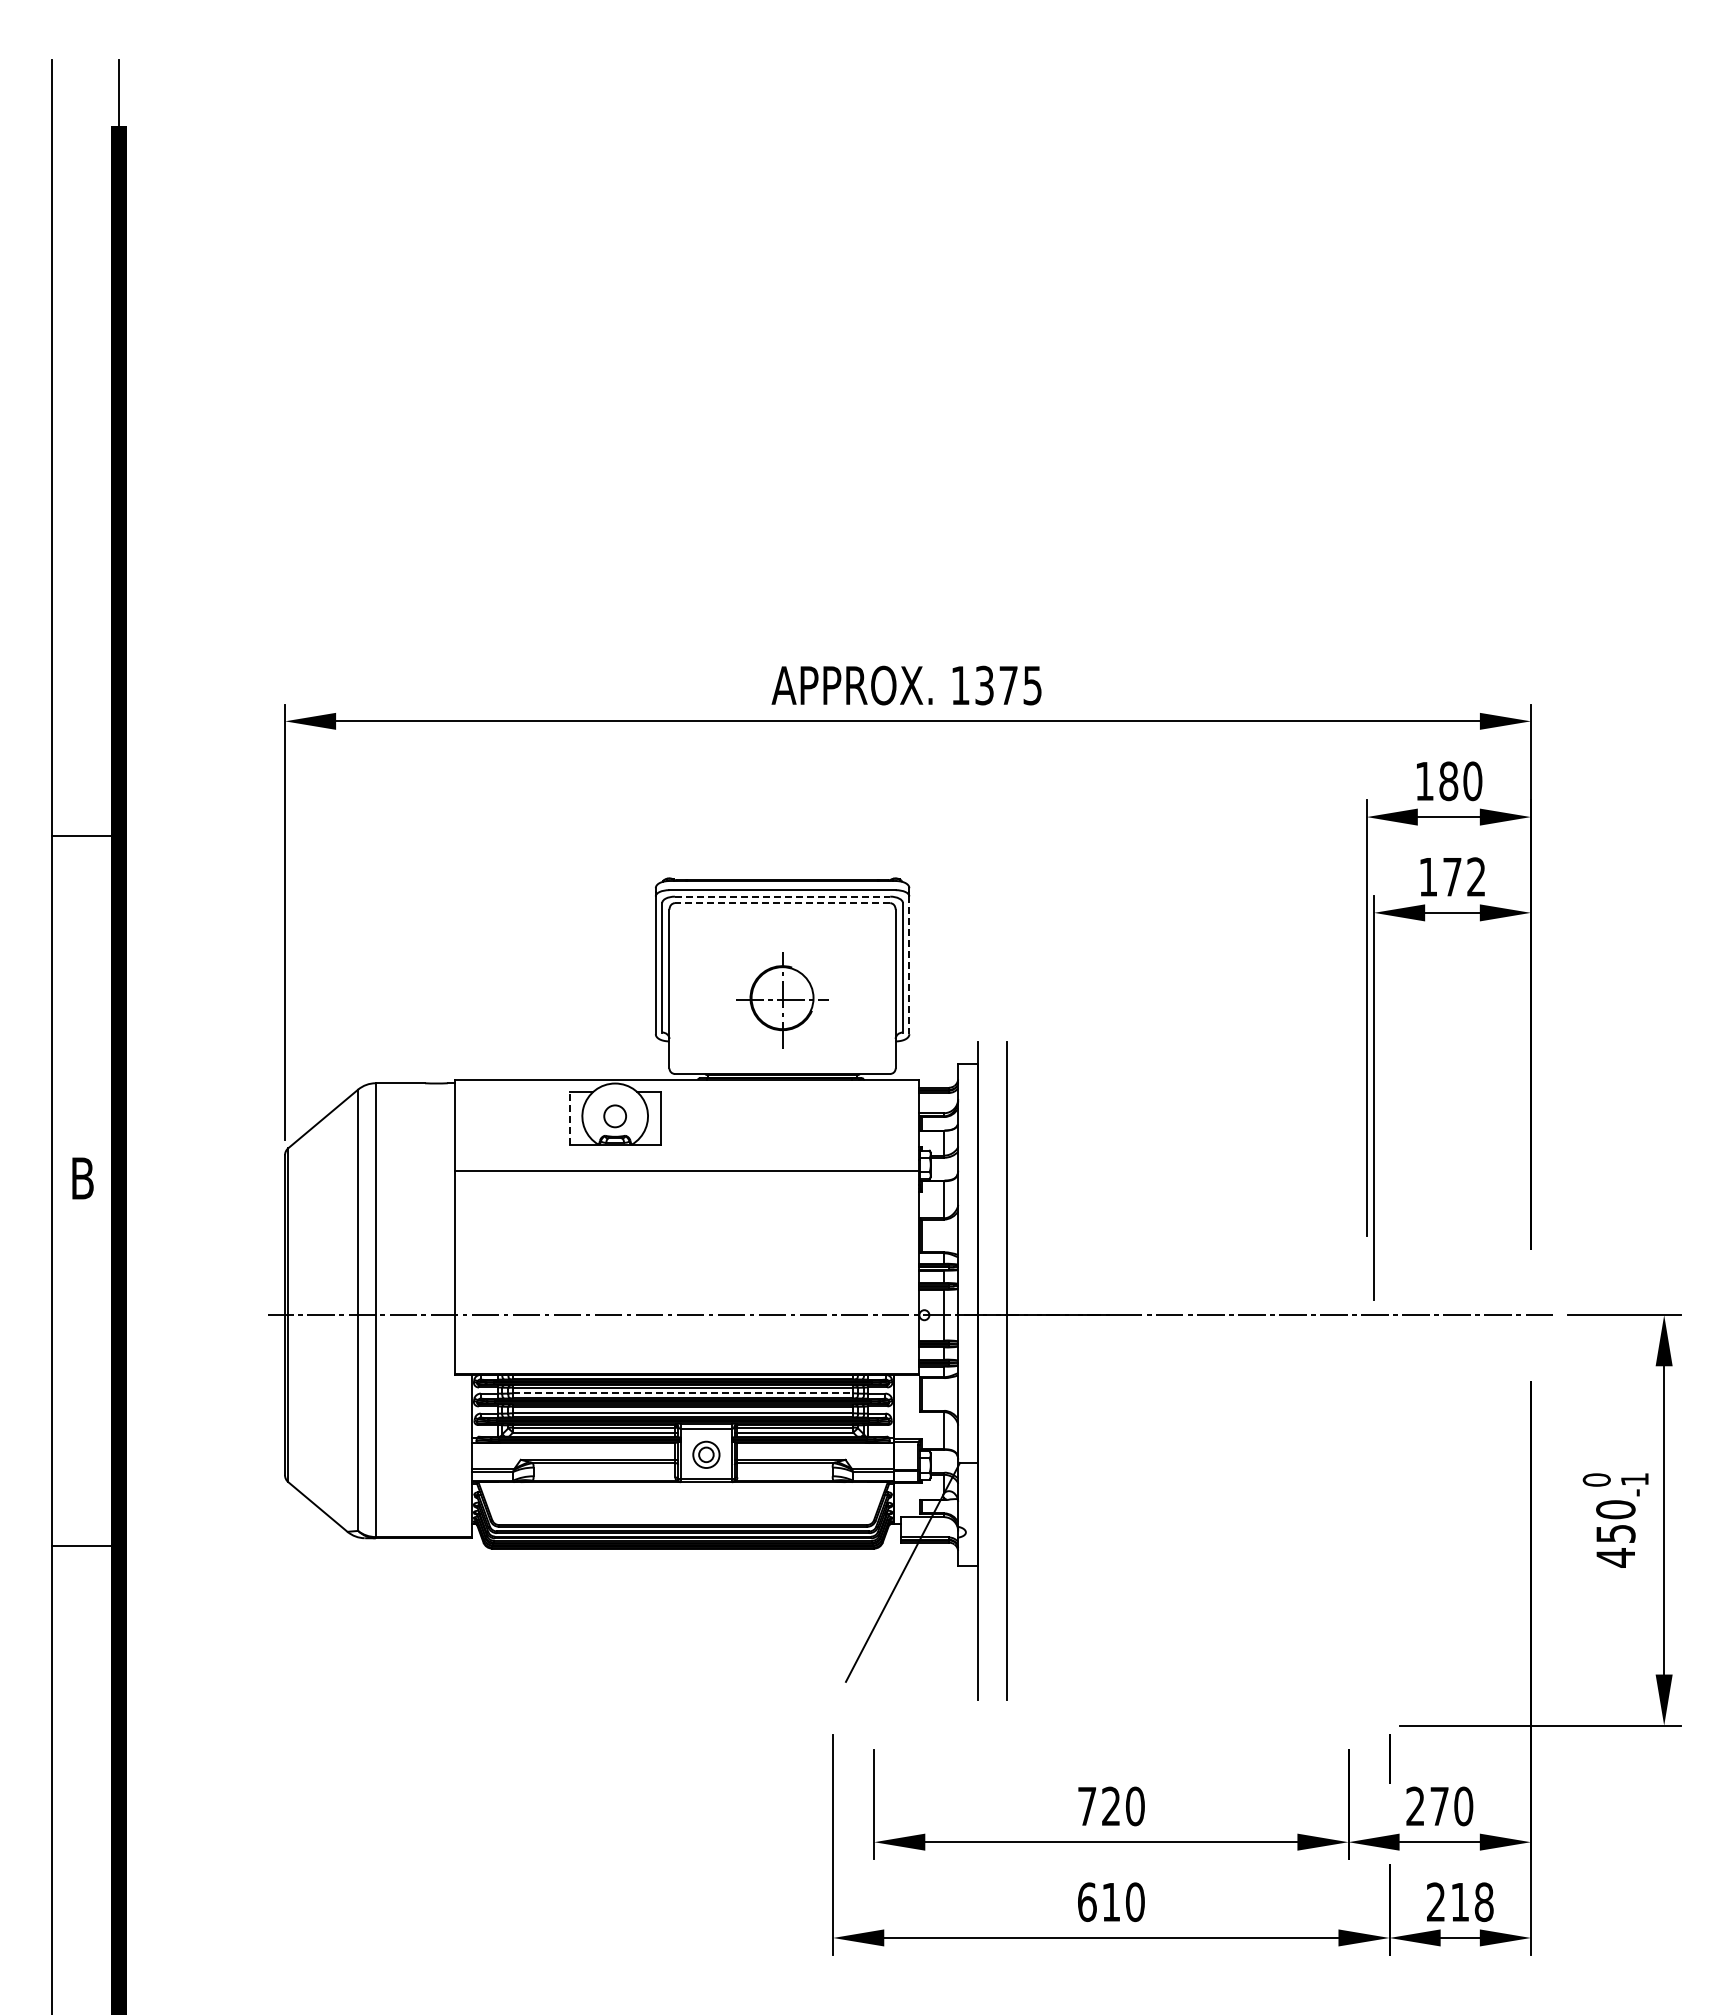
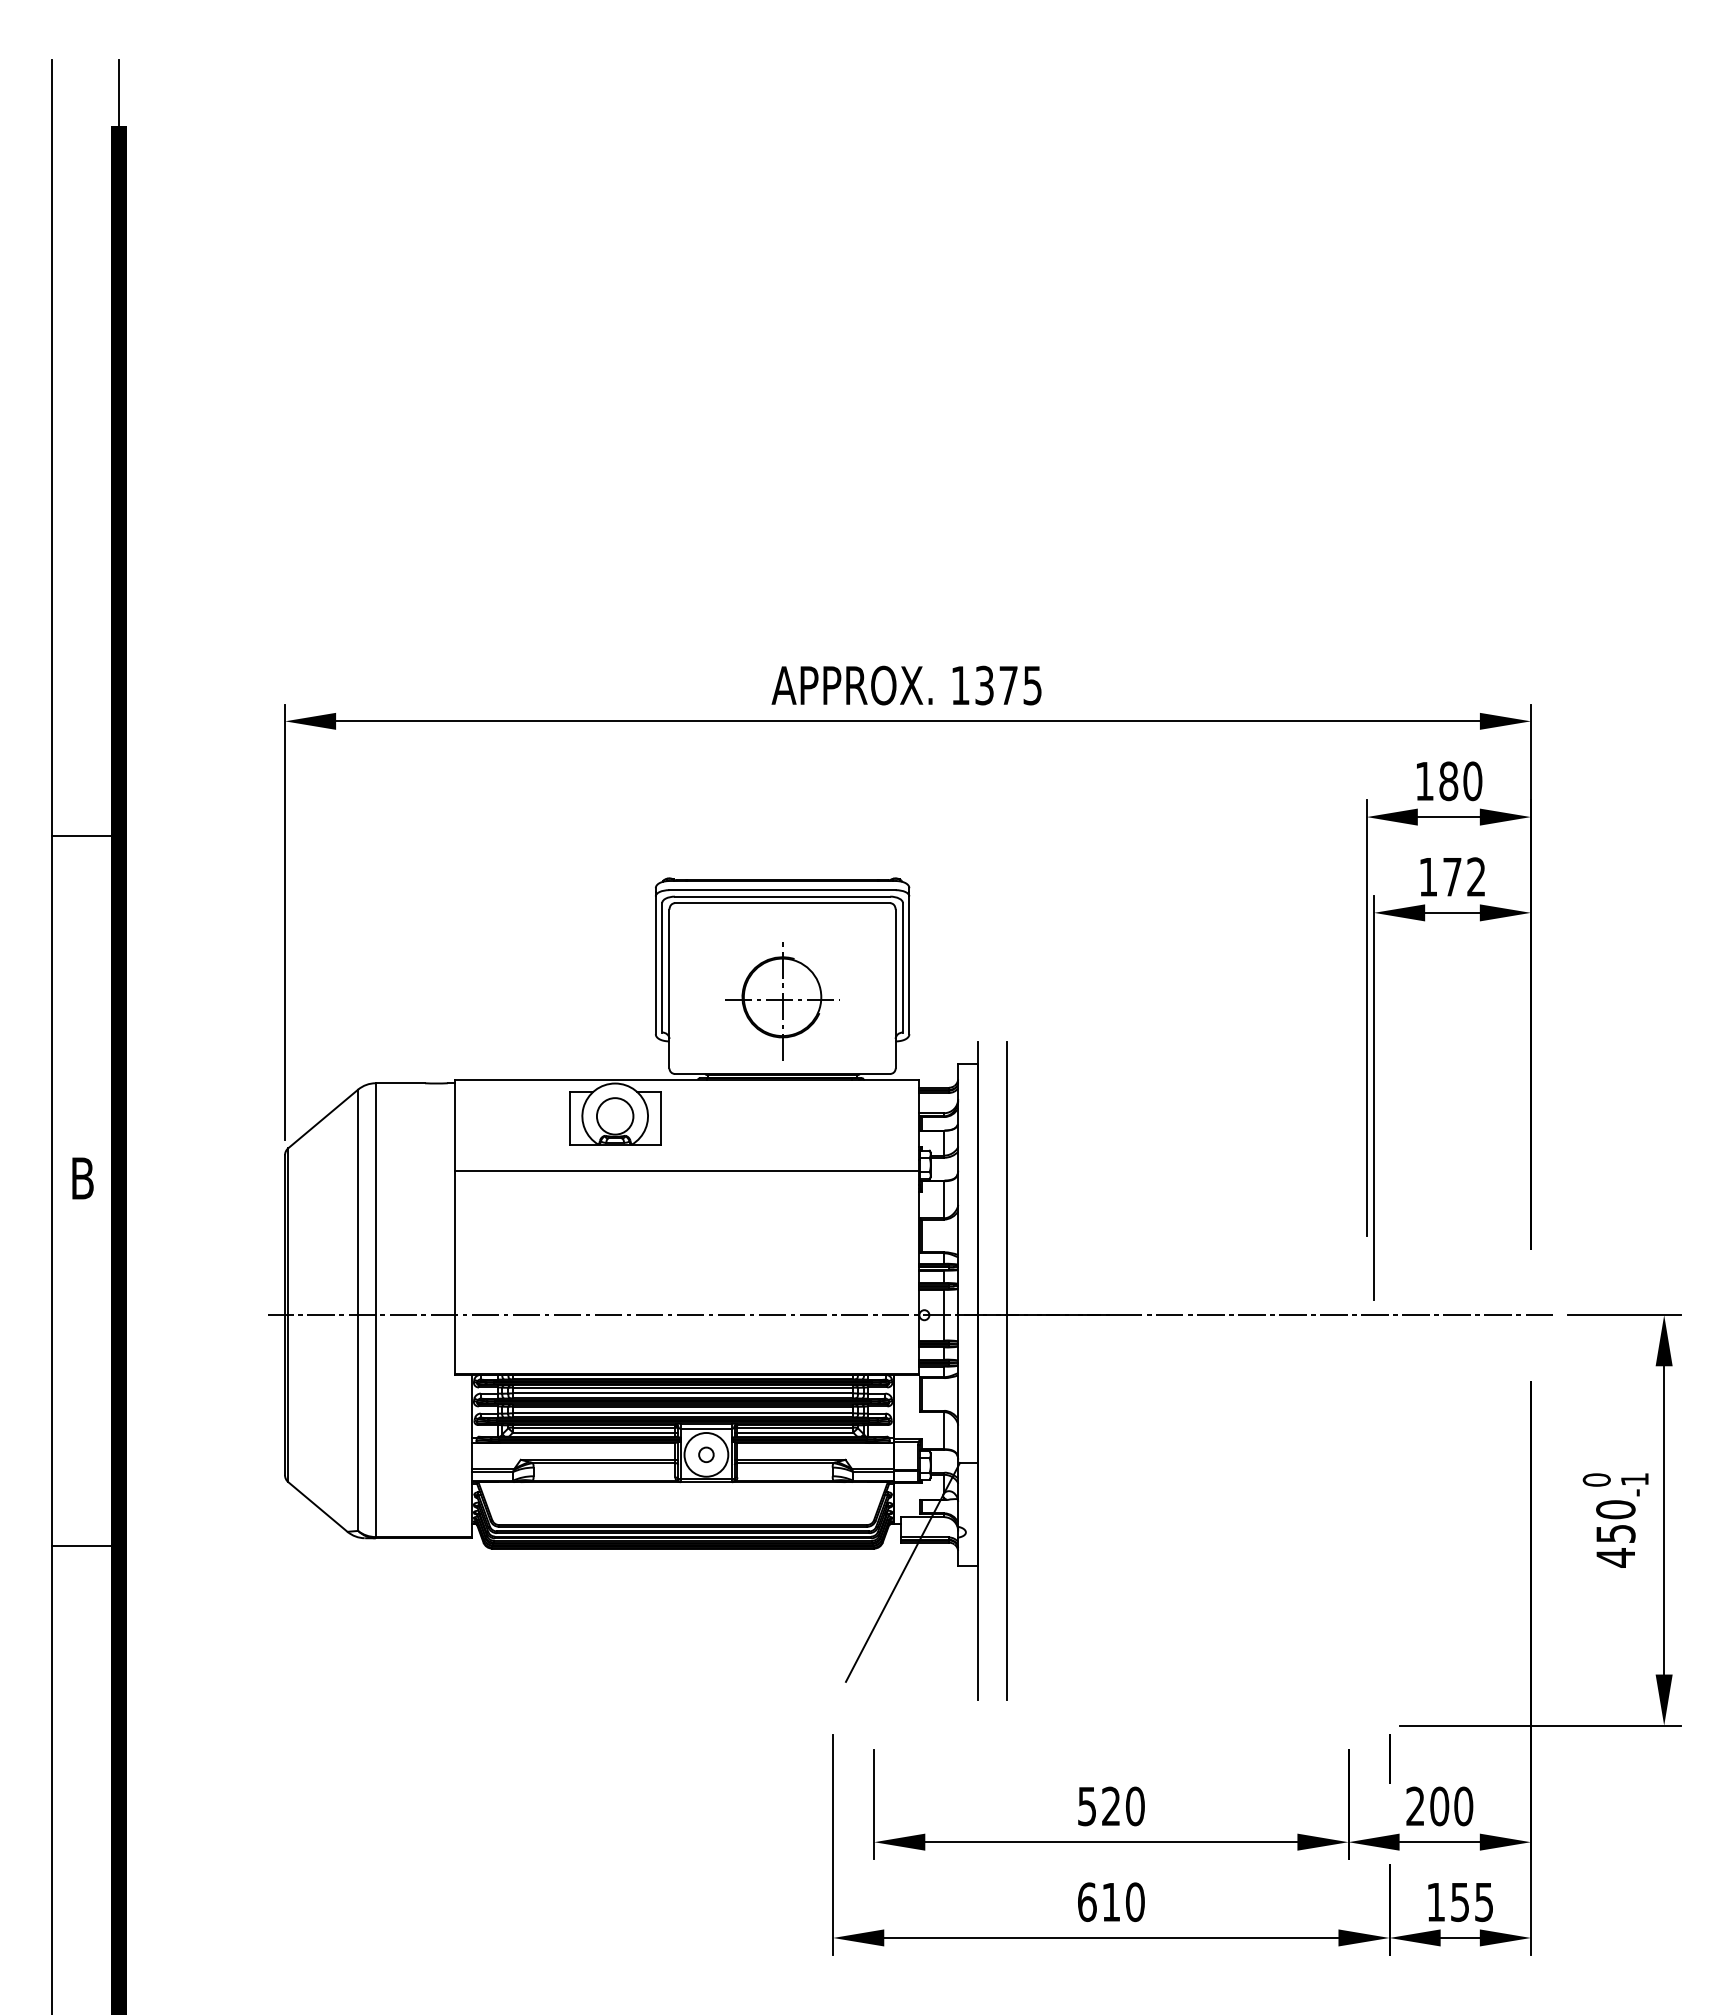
line at (782, 896): dashed -> solid
line at (782, 903): dashed -> solid
line at (909, 965): dashed -> solid
part at (782, 1000) size: 93x97 px -> 115x119 px
circle at (615, 1116) diameter: 22 px -> 36 px
line at (569, 1118): dashed -> solid
line at (683, 1393): dashed -> solid
circle at (706, 1454) diameter: 26 px -> 44 px
text at (1087, 1806): 720 -> 520
text at (1439, 1806): 270 -> 200
text at (1460, 1902): 218 -> 155
